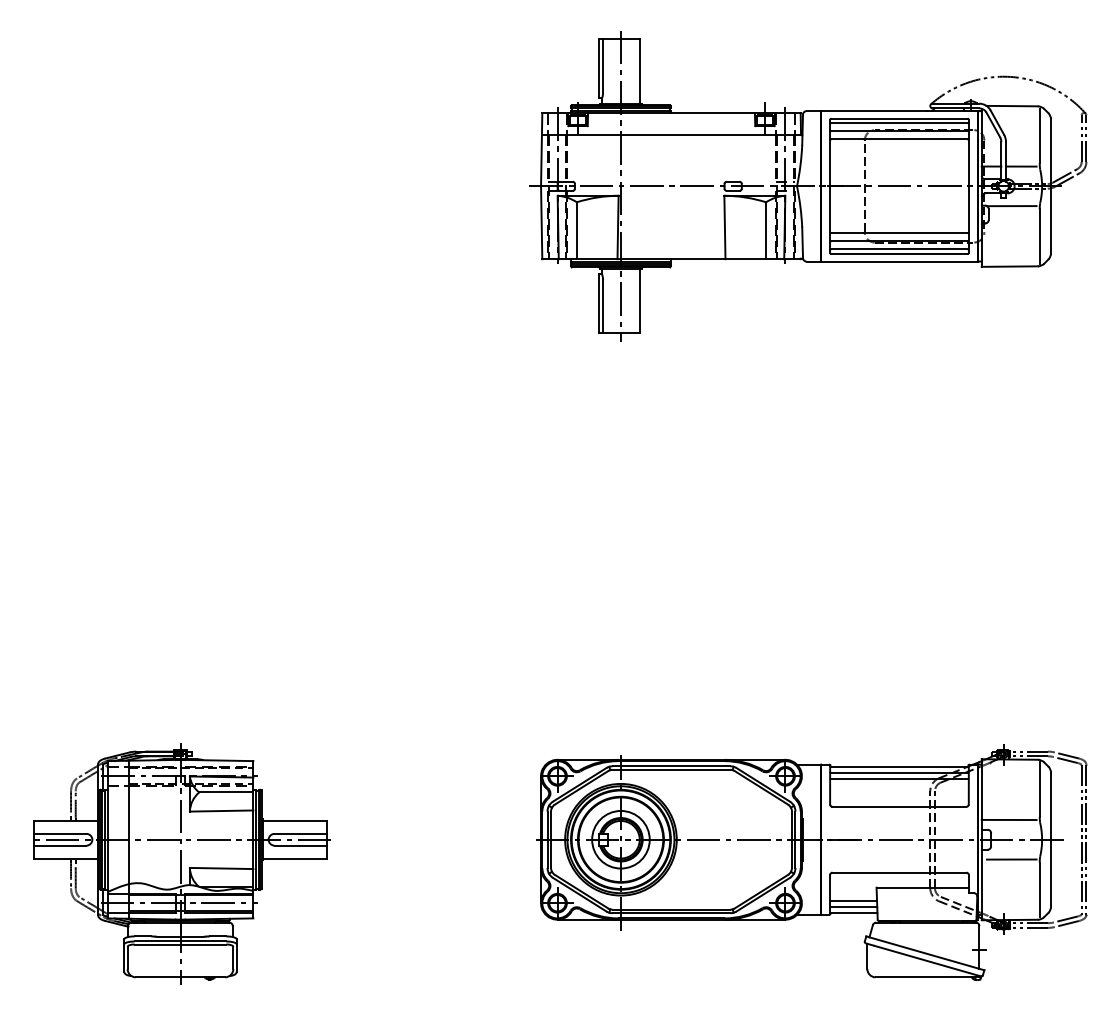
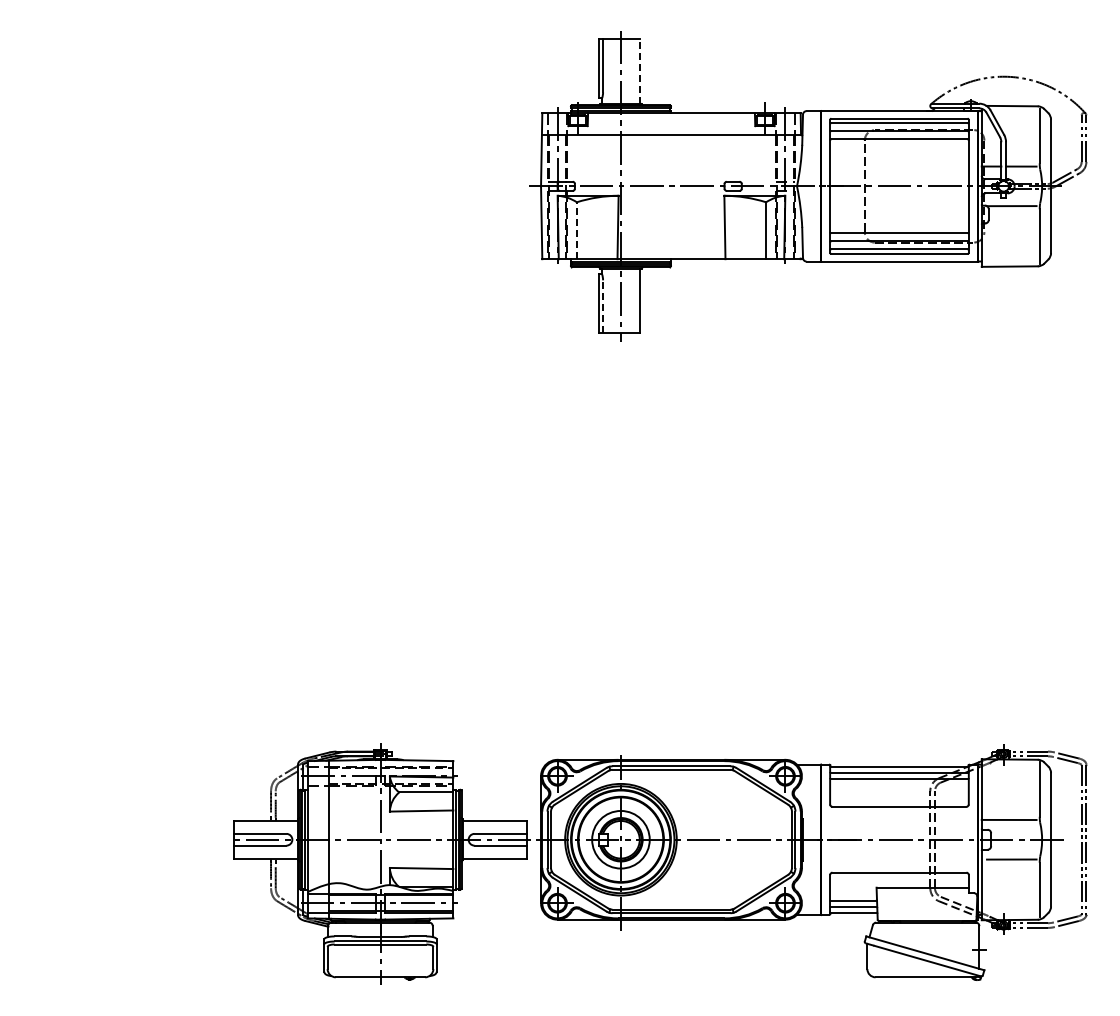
line at (639, 71): solid -> dashed
line at (576, 230): solid -> dashed
line at (603, 306): solid -> dashed
part at (181, 863) position: (181, 863) -> (381, 863)
